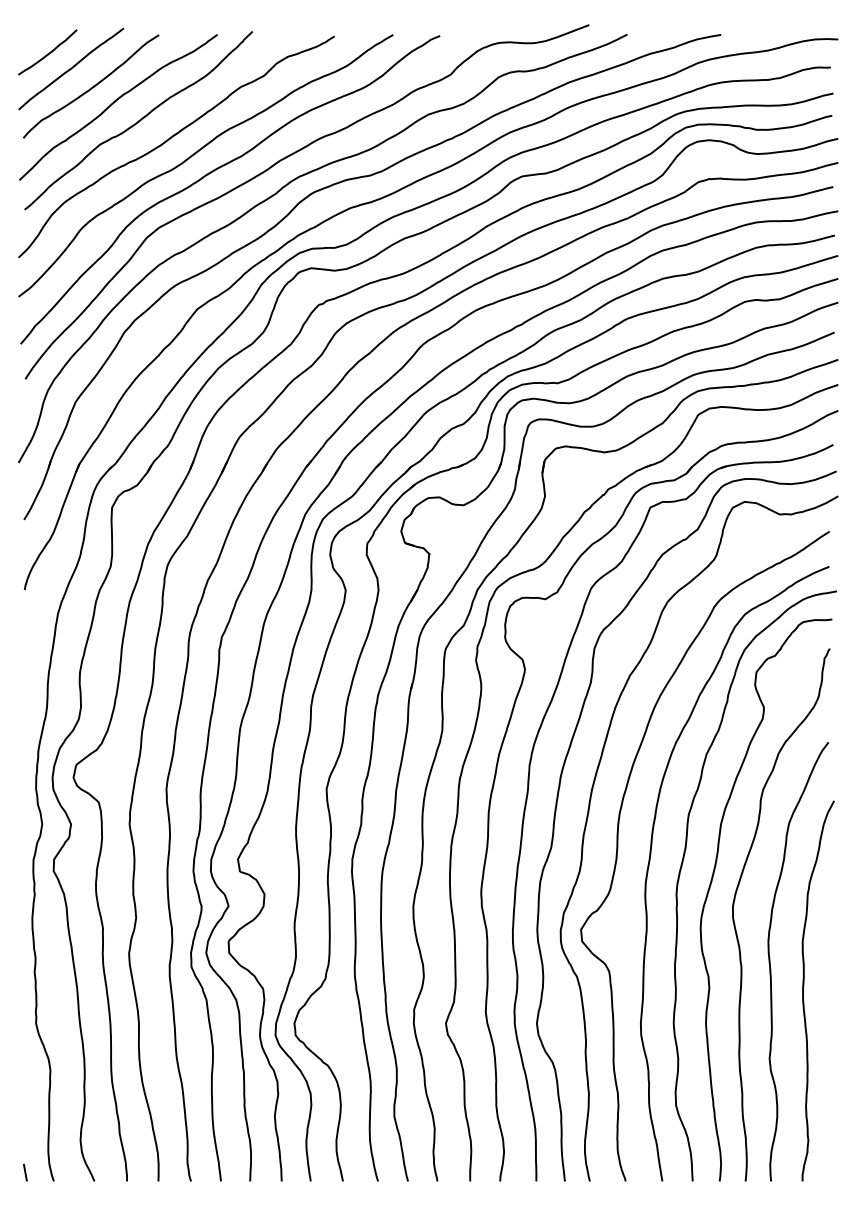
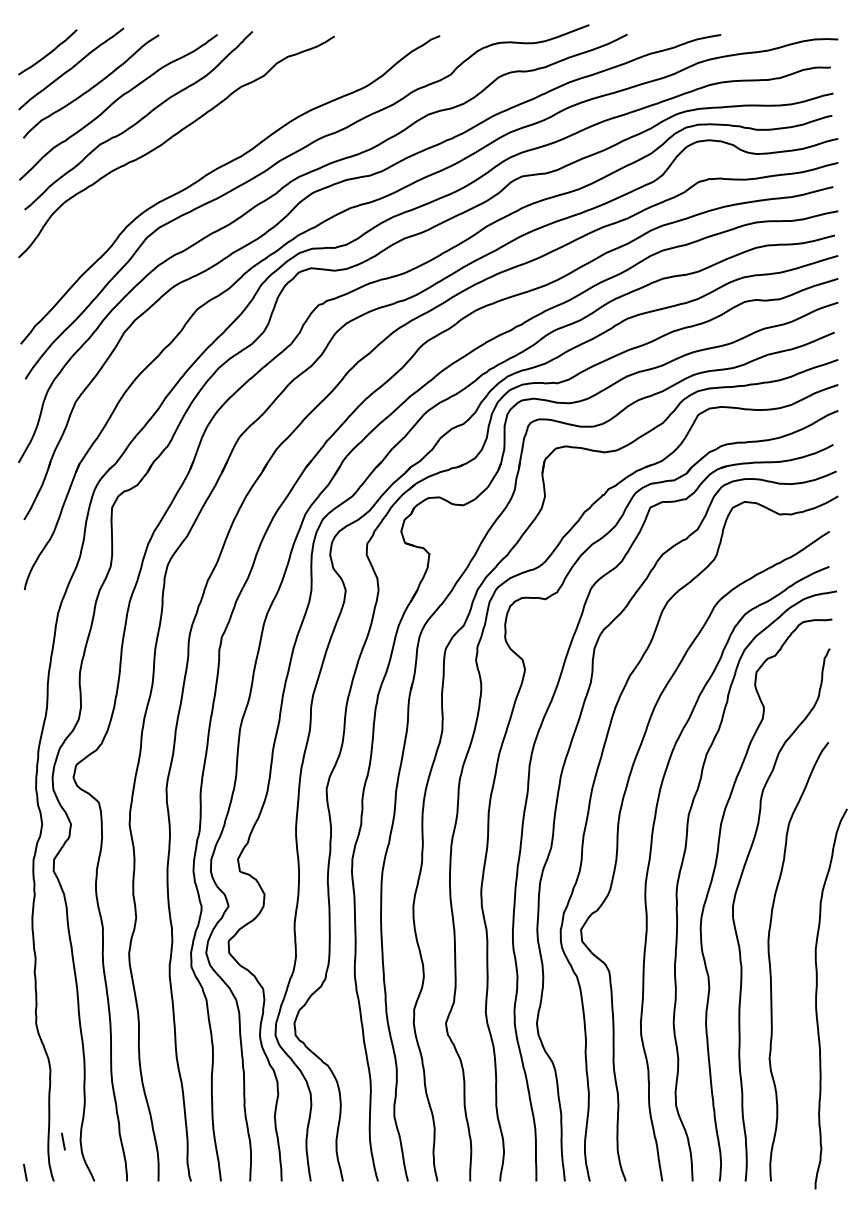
curve at (198, 152): present -> none
curve at (804, 986) position: (804, 986) -> (817, 994)
line at (63, 1141): none -> present
